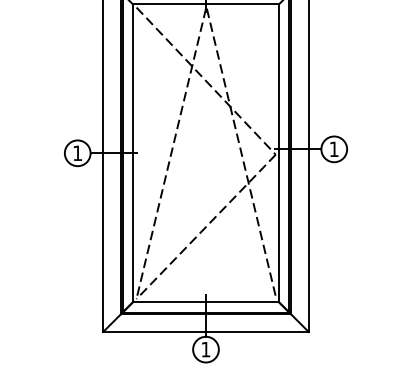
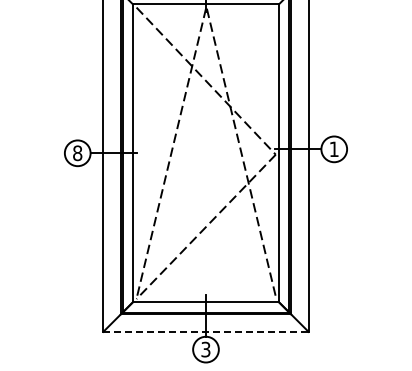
text at (77, 153): 1 -> 8
line at (205, 331): solid -> dashed
text at (205, 349): 1 -> 3
